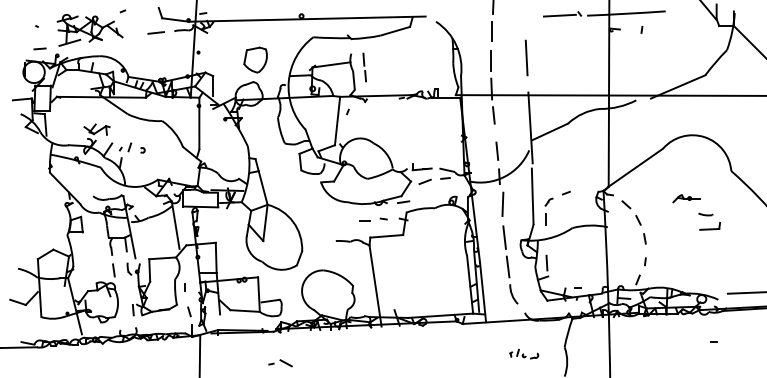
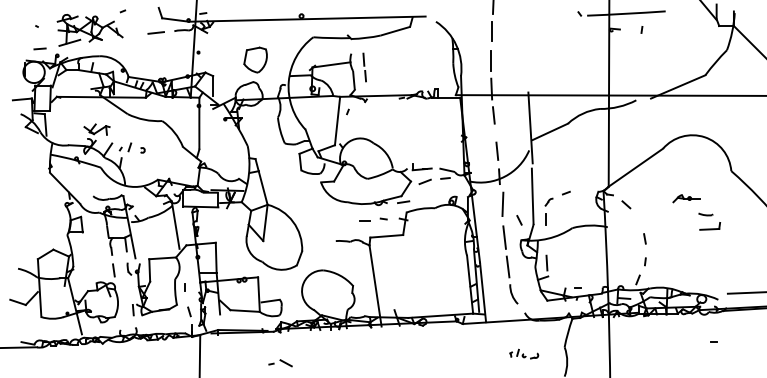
line at (559, 15): present -> none
line at (526, 57): present -> none
line at (638, 220) position: (638, 220) -> (519, 220)
